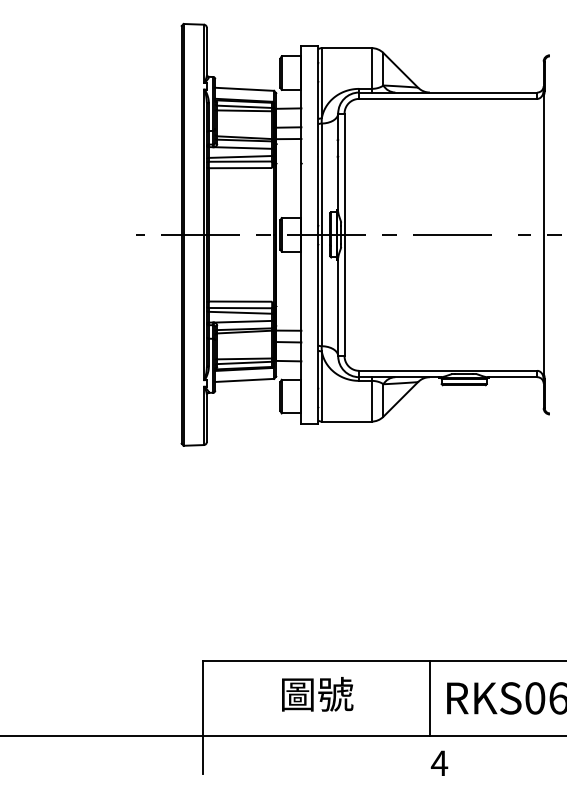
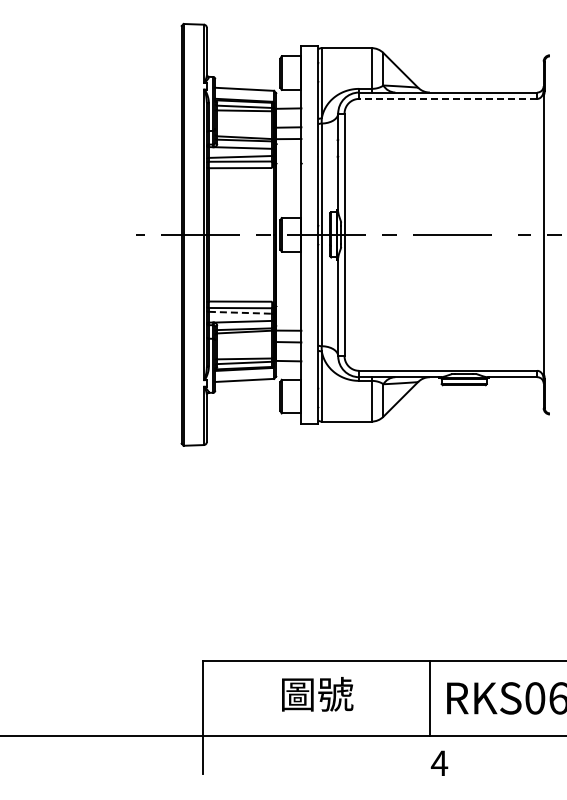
line at (447, 98): solid -> dashed
line at (240, 312): solid -> dashed
